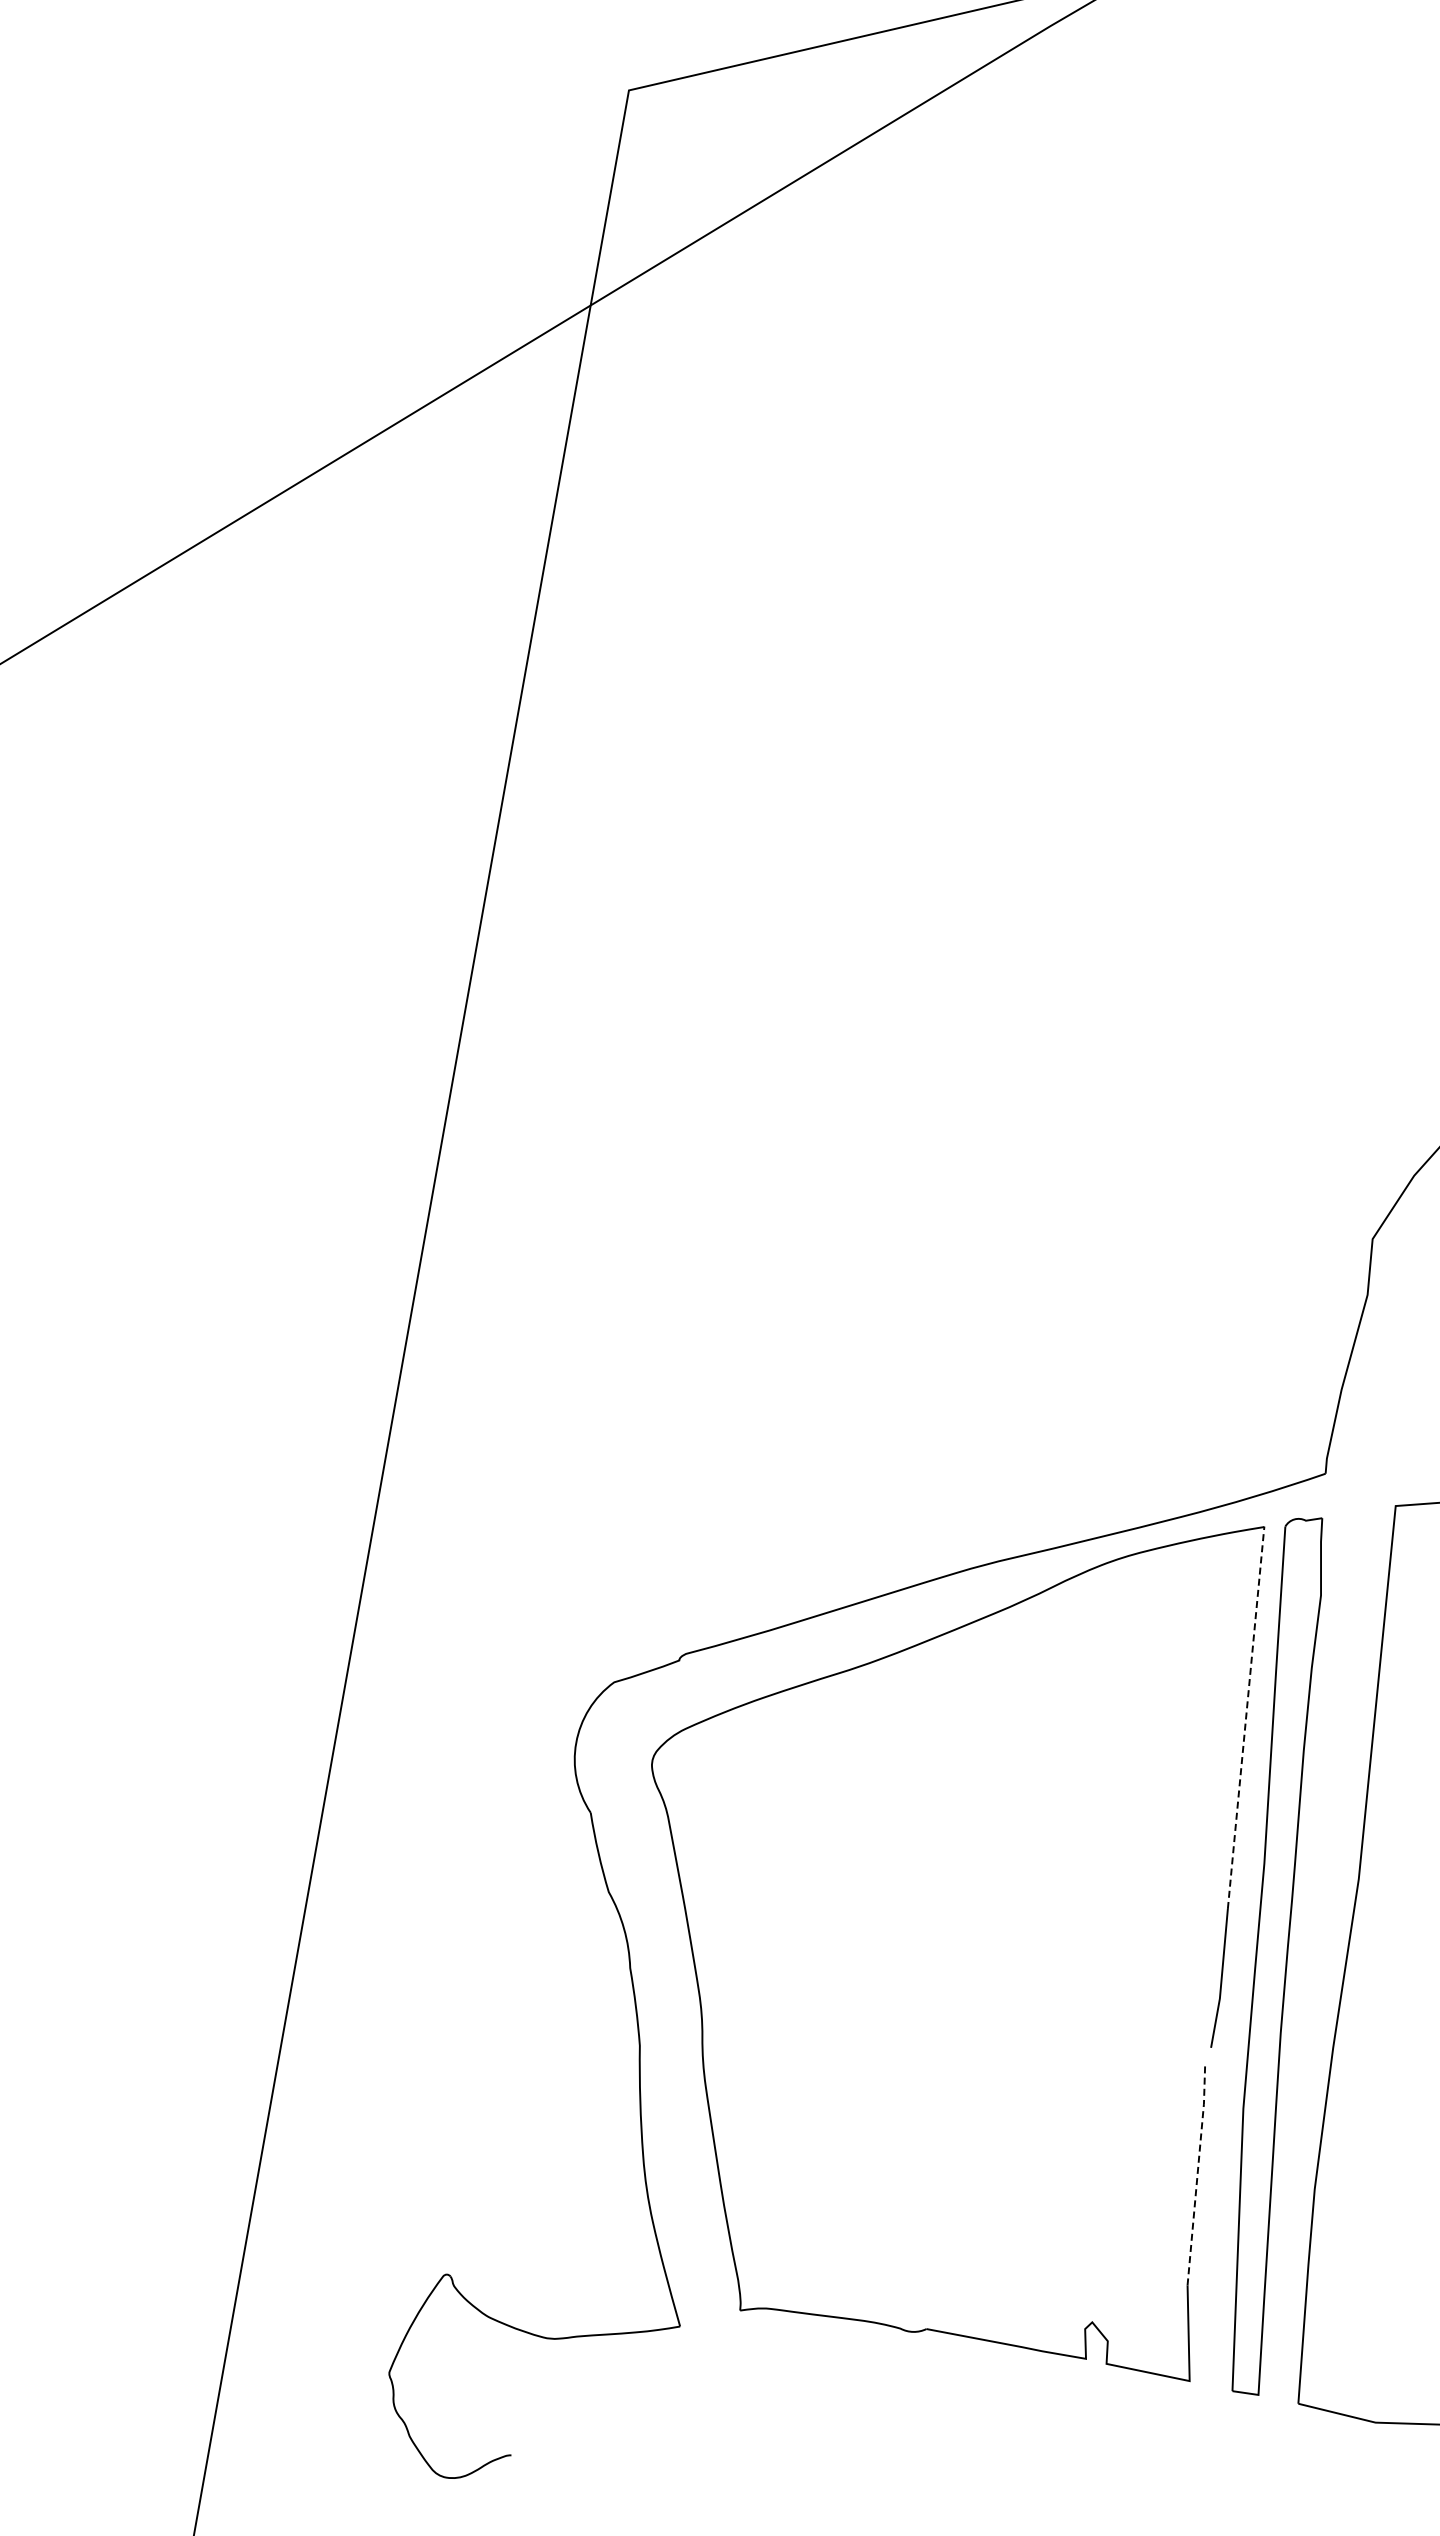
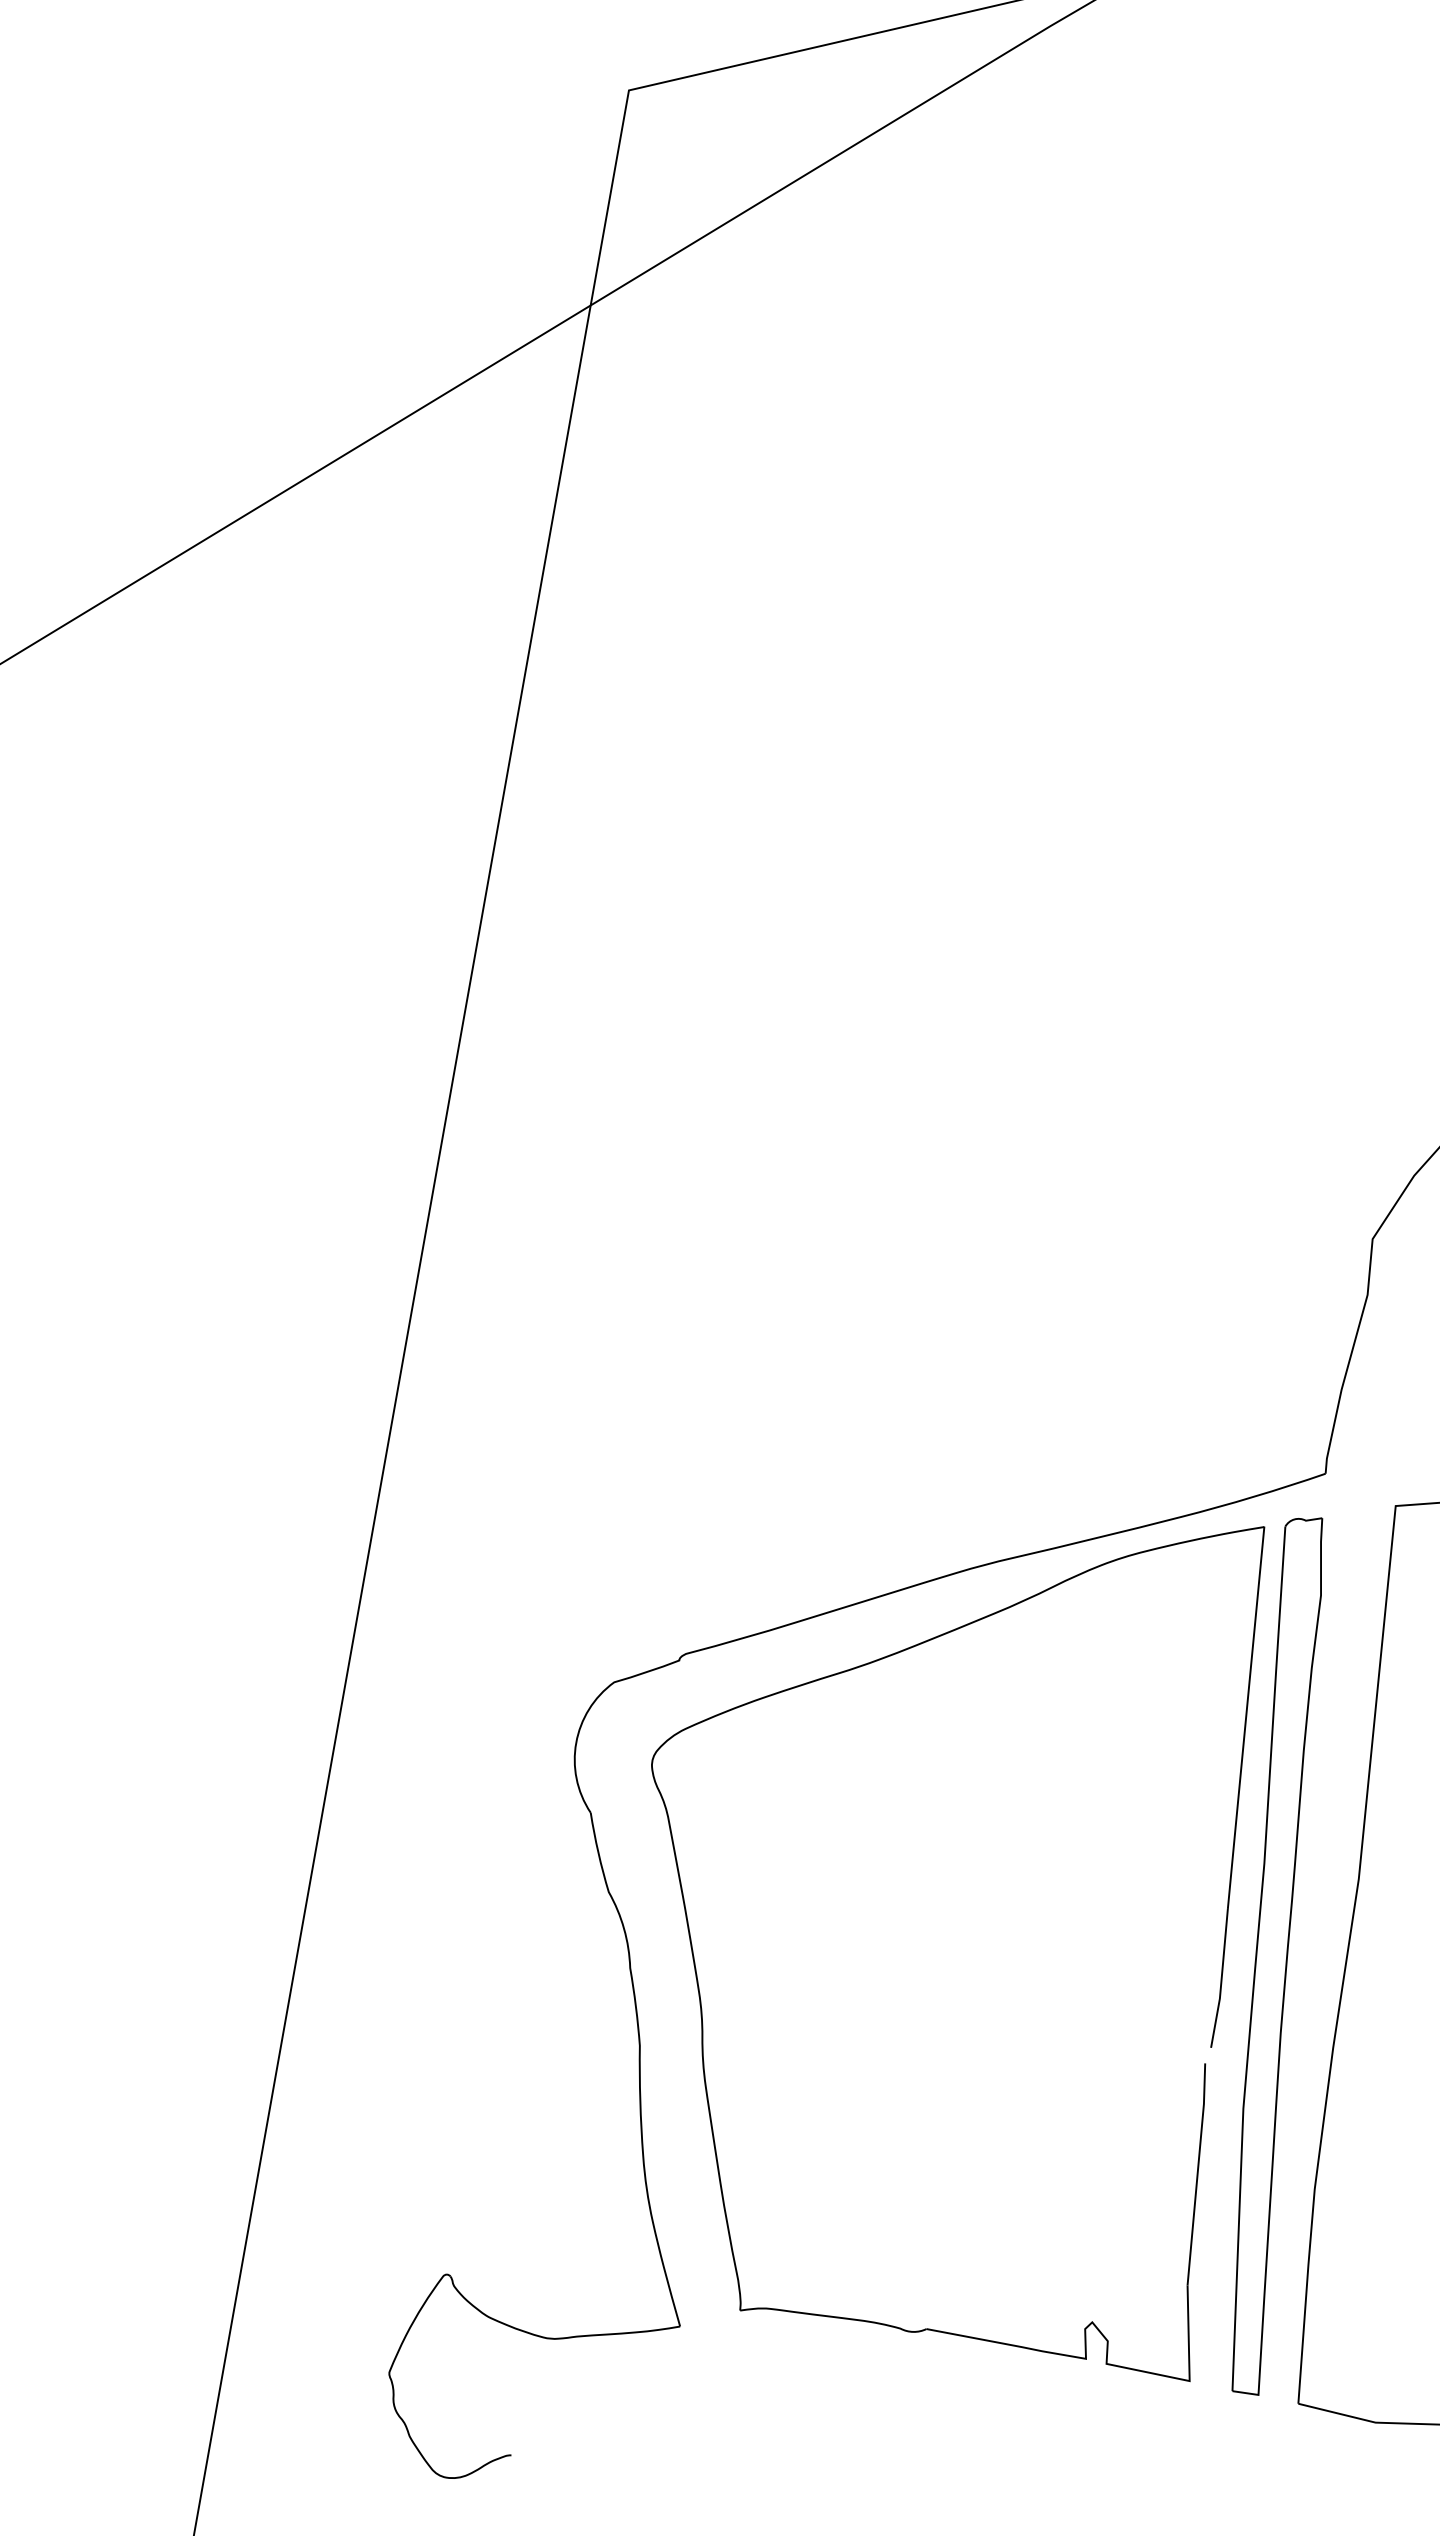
line at (1246, 1718): dashed -> solid
line at (1197, 2173): dashed -> solid
